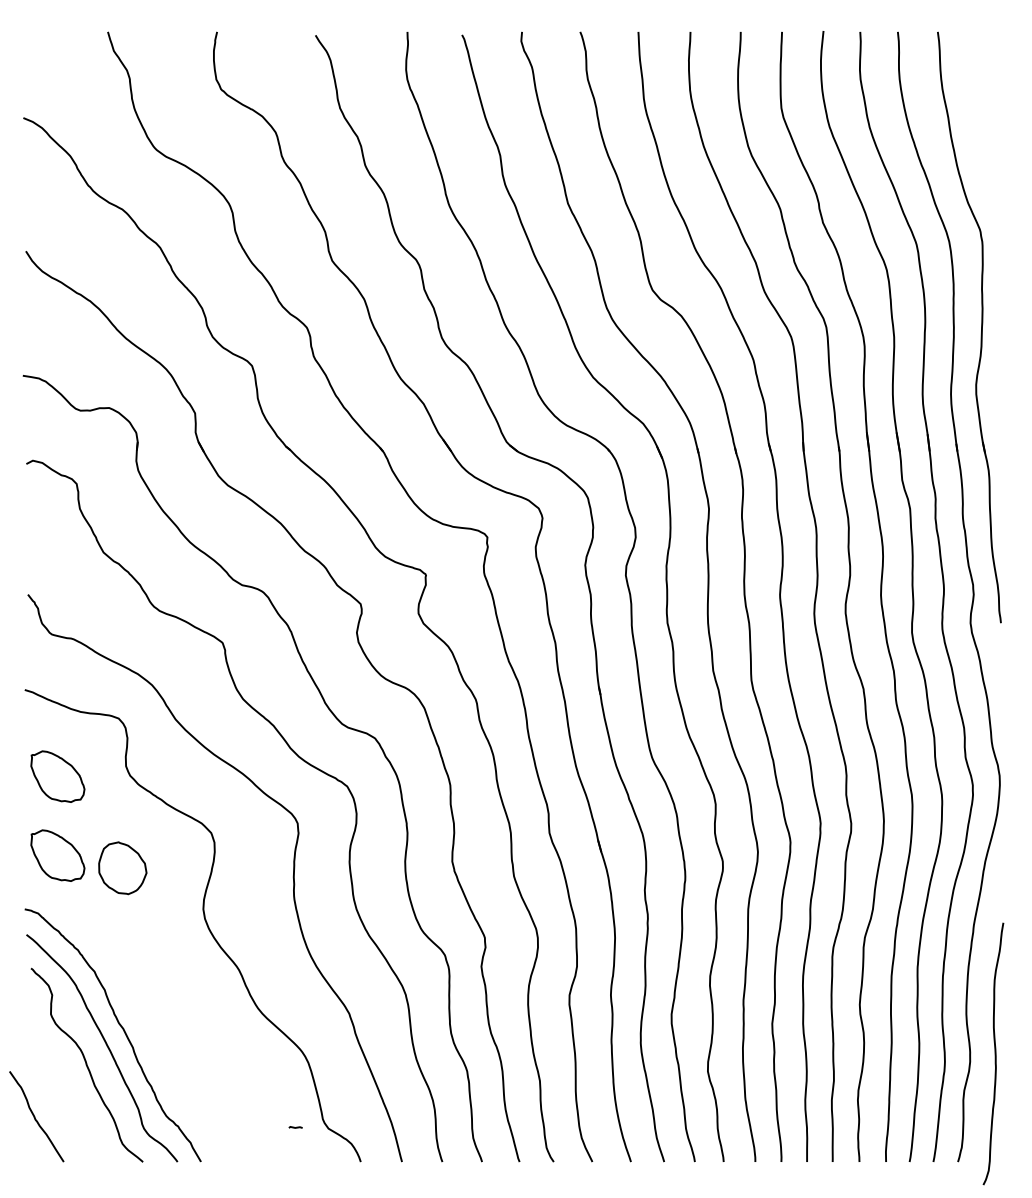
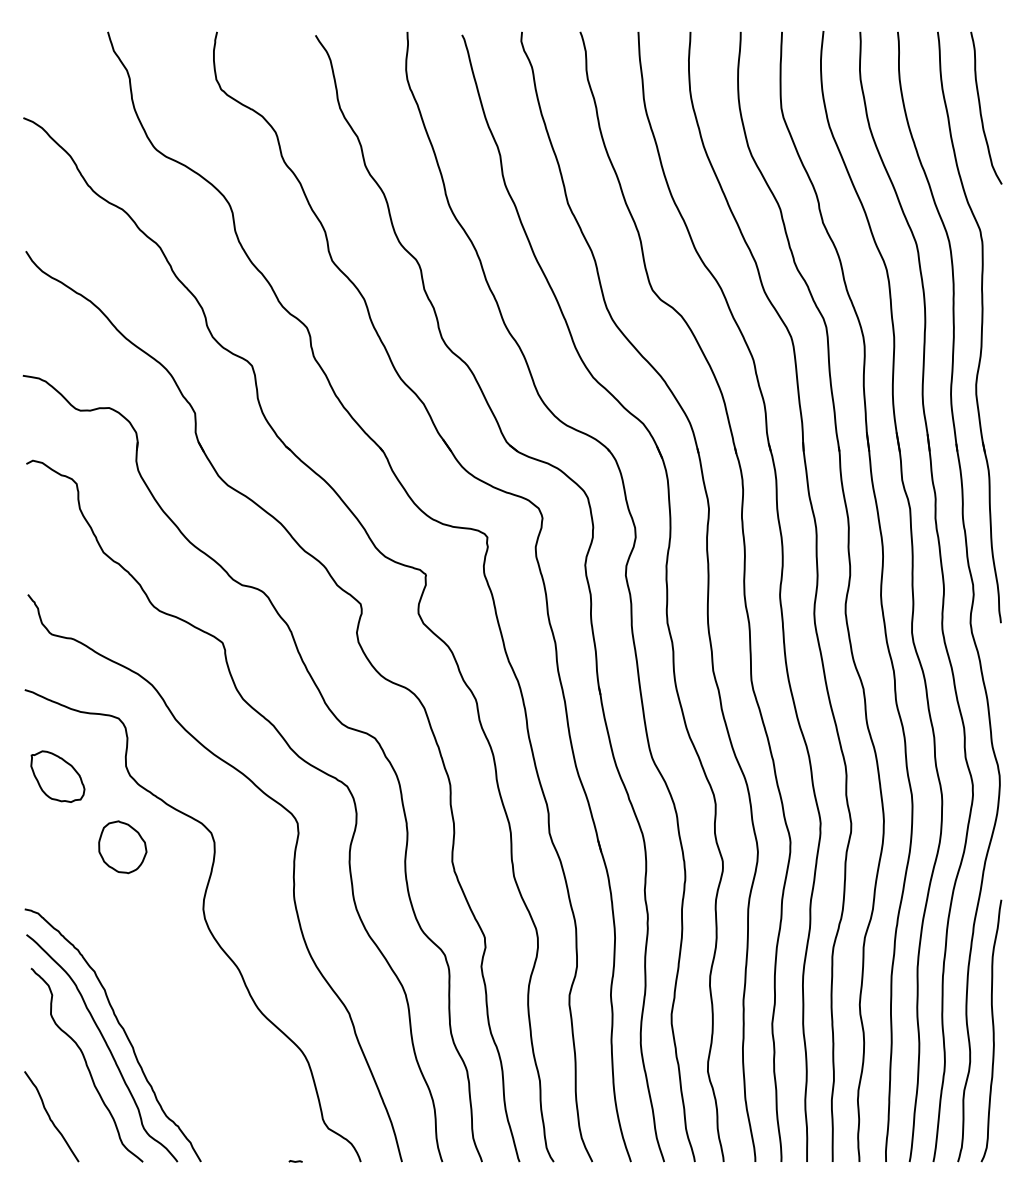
curve at (981, 109): none -> present
part at (57, 855): present -> none
part at (122, 868) position: (122, 868) -> (122, 847)
curve at (994, 1053) position: (994, 1053) -> (992, 1030)
curve at (35, 1116) position: (35, 1116) -> (50, 1116)
line at (295, 1127) position: (295, 1127) -> (295, 1161)
